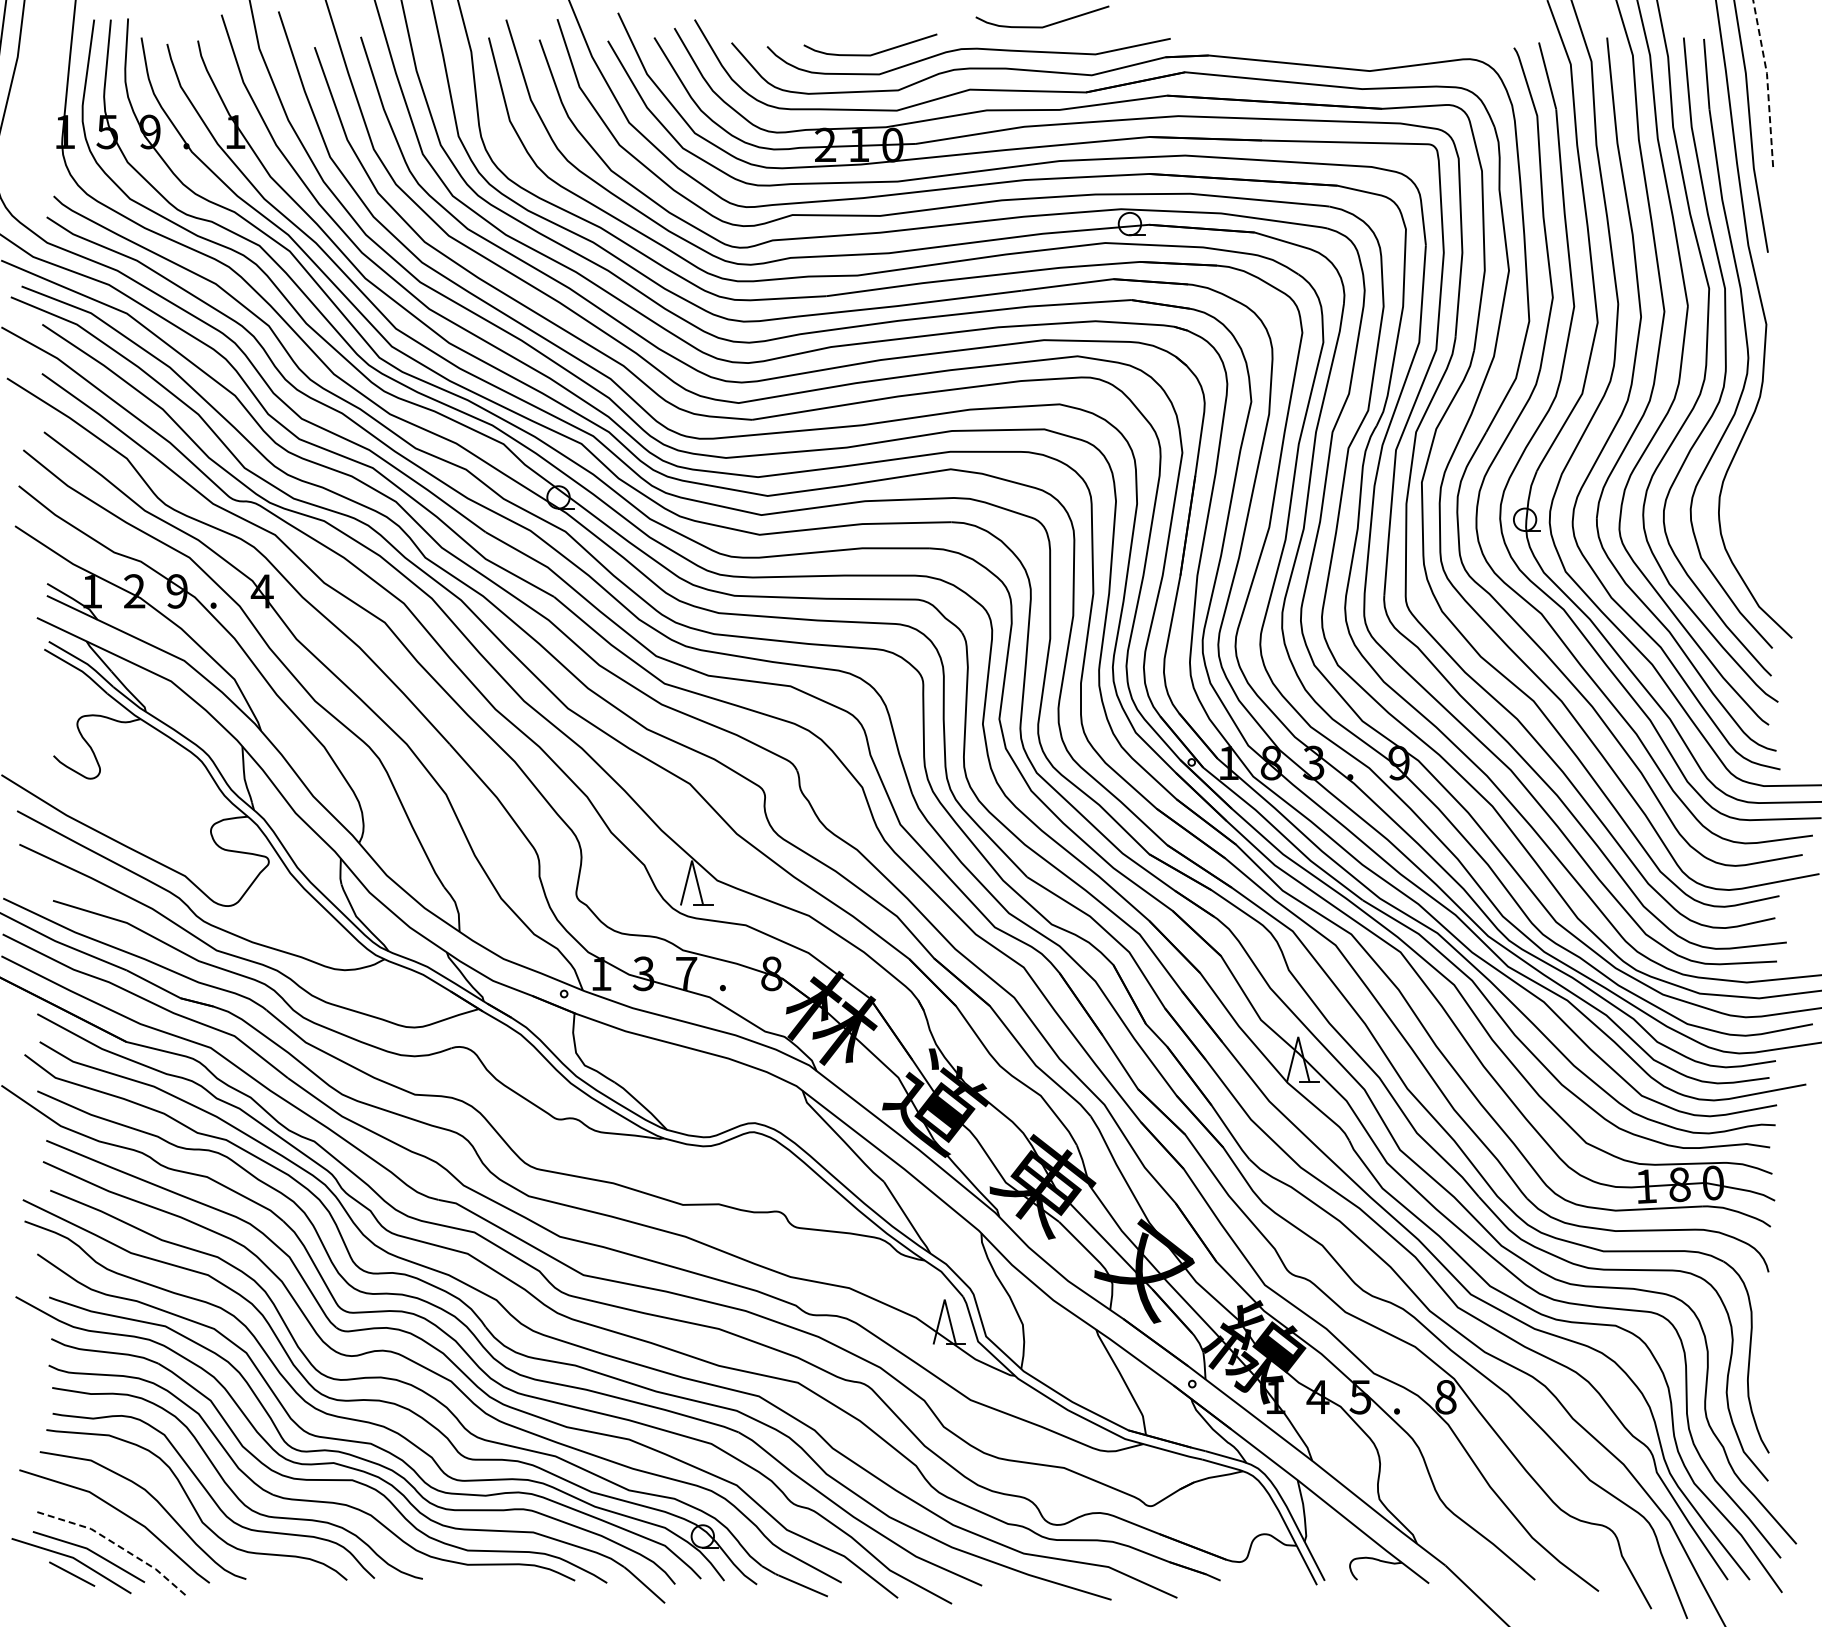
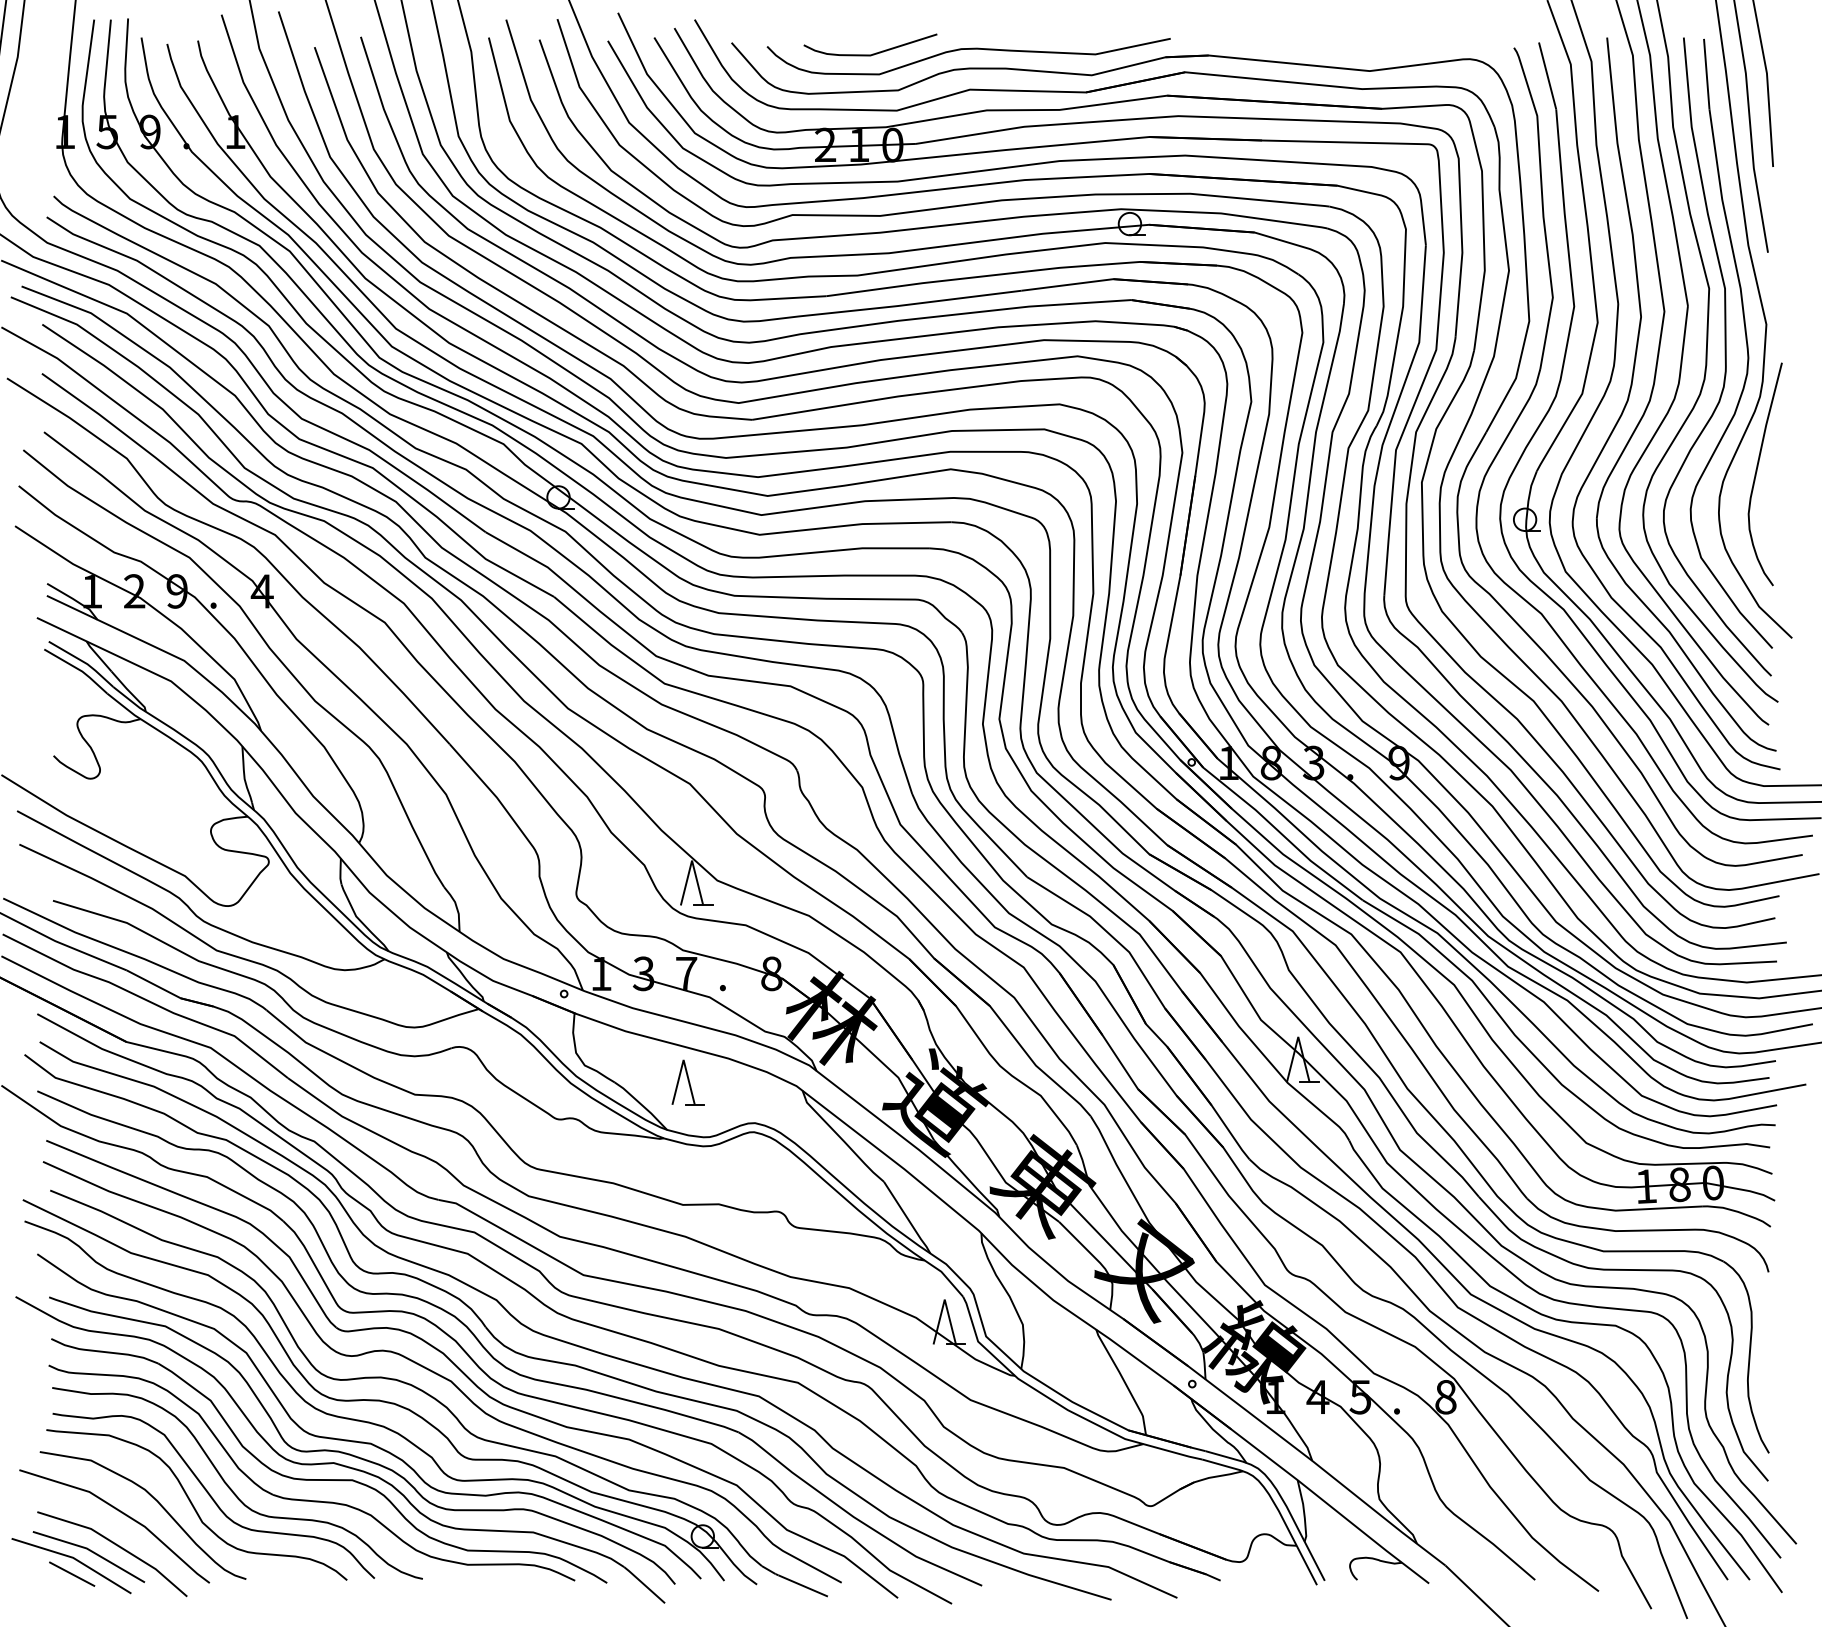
curve at (1044, 25): present -> none
line at (1767, 82): dashed -> solid
curve at (1757, 471): none -> present
part at (687, 1082): none -> present
line at (117, 1545): dashed -> solid
